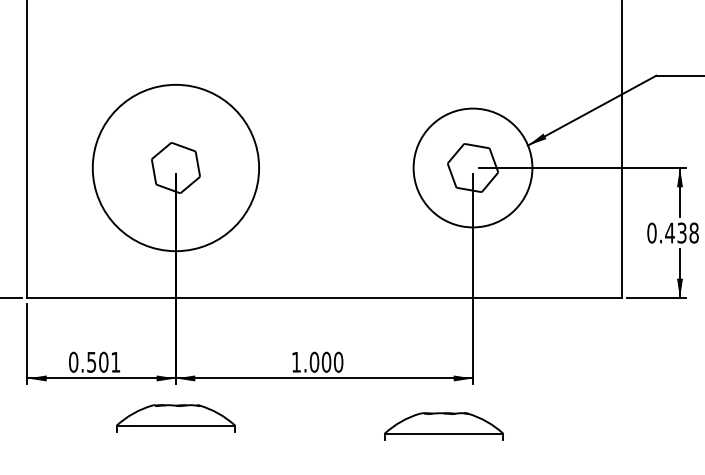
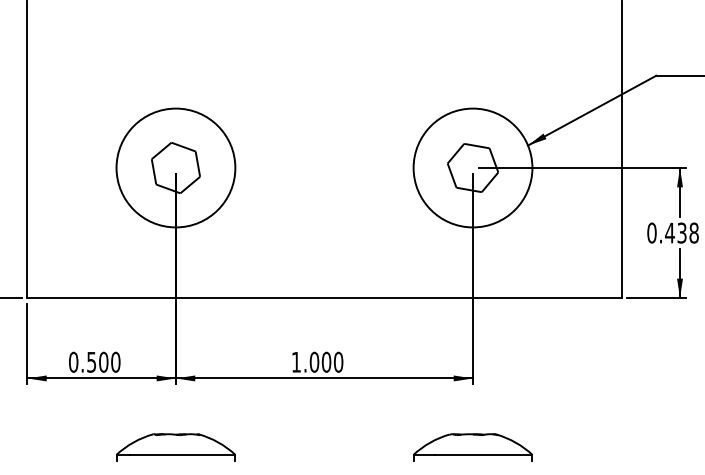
circle at (175, 167) diameter: 166 px -> 119 px
text at (115, 361): 0.501 -> 0.500
part at (175, 418) position: (175, 418) -> (175, 447)
part at (443, 426) position: (443, 426) -> (472, 447)
